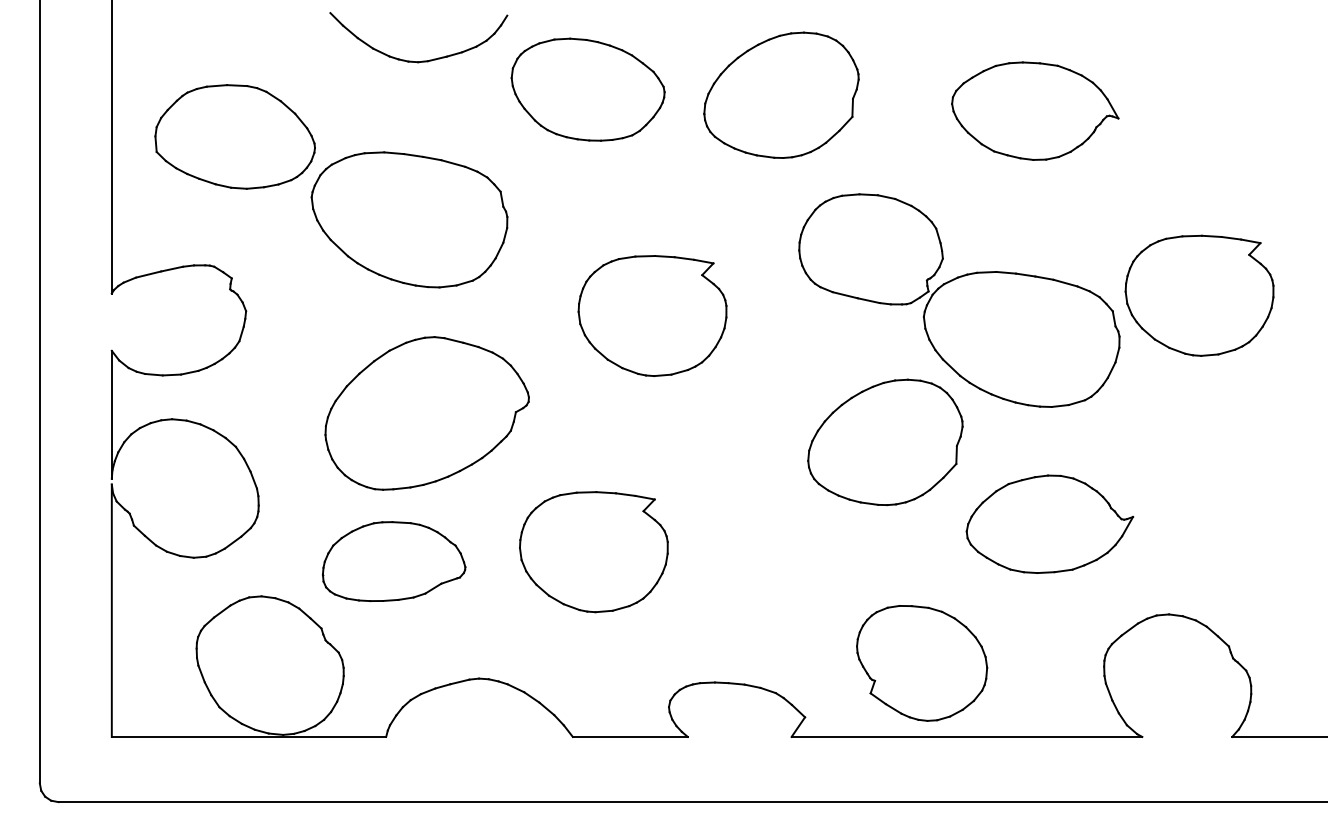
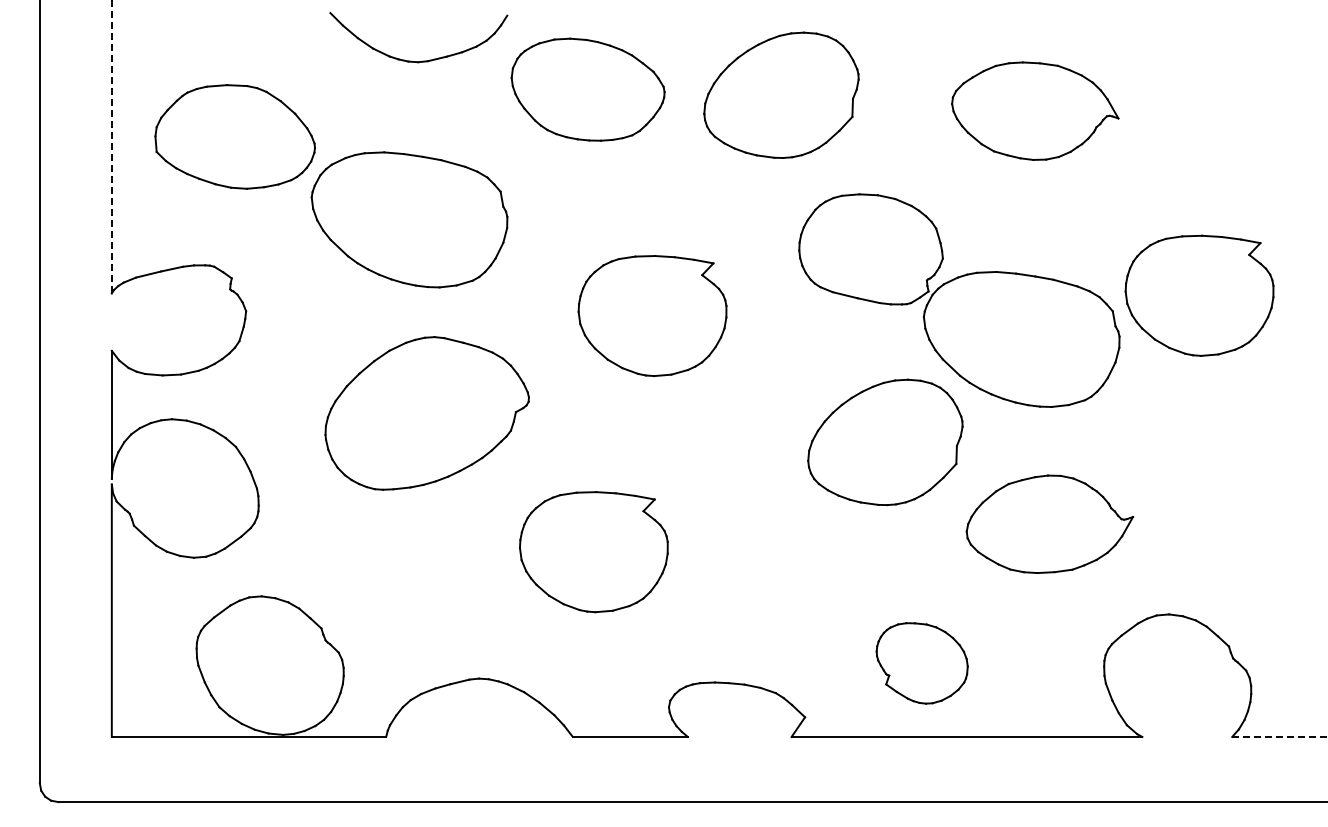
line at (111, 147): solid -> dashed
part at (394, 561): present -> none
part at (922, 663) size: 133x117 px -> 94x83 px
line at (1280, 736): solid -> dashed
